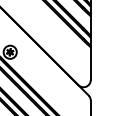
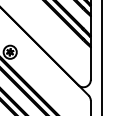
line at (102, 57): none -> present
